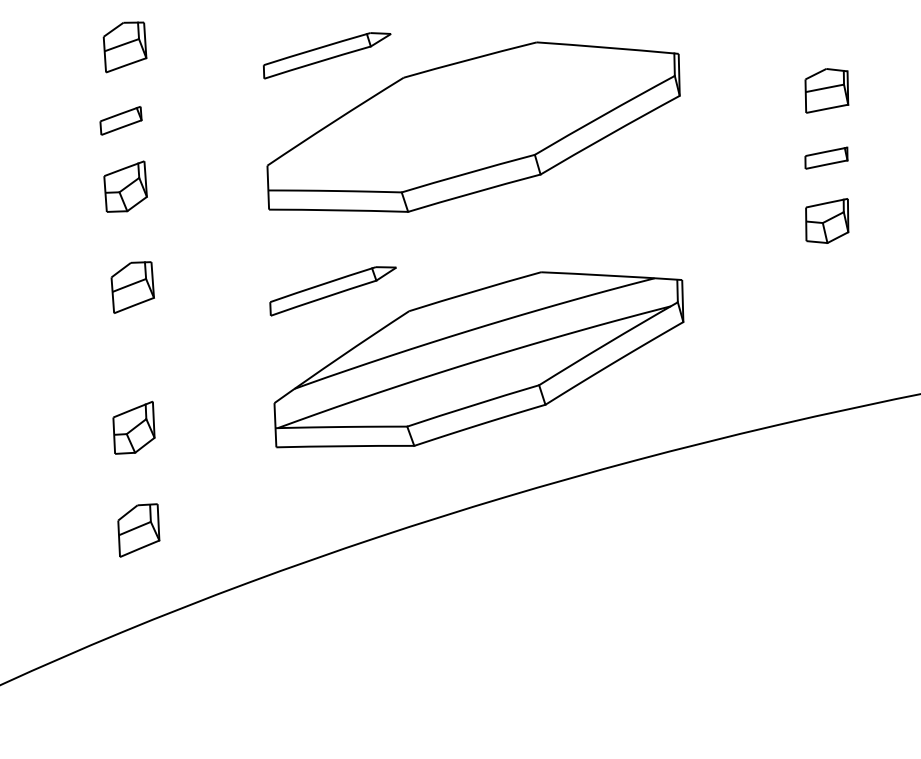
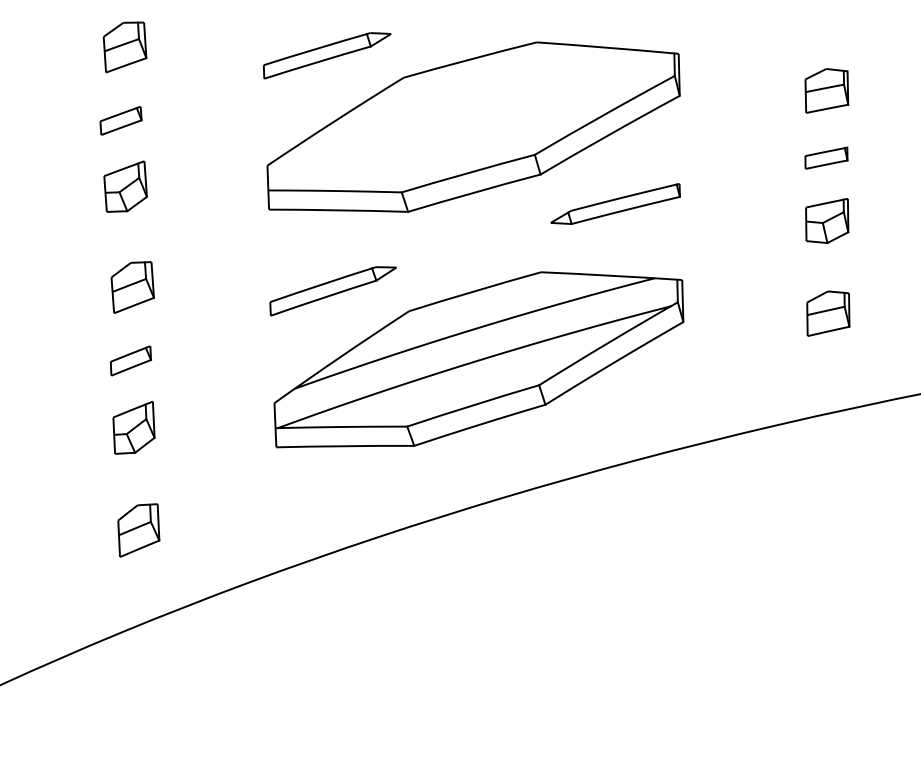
part at (615, 203): none -> present
part at (828, 313): none -> present
part at (130, 360): none -> present
